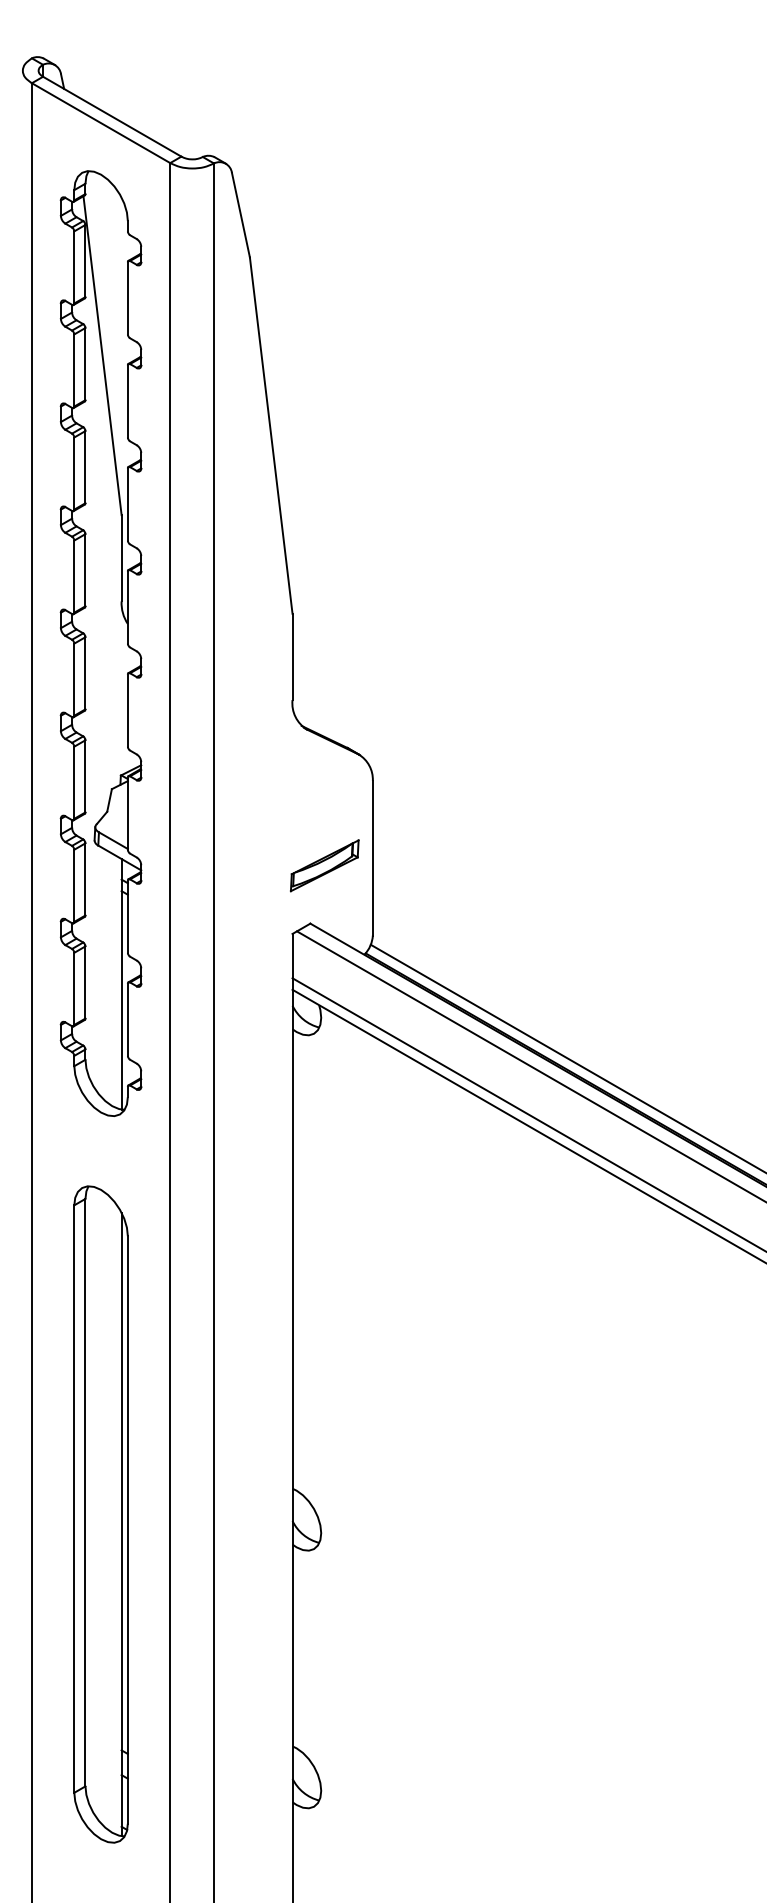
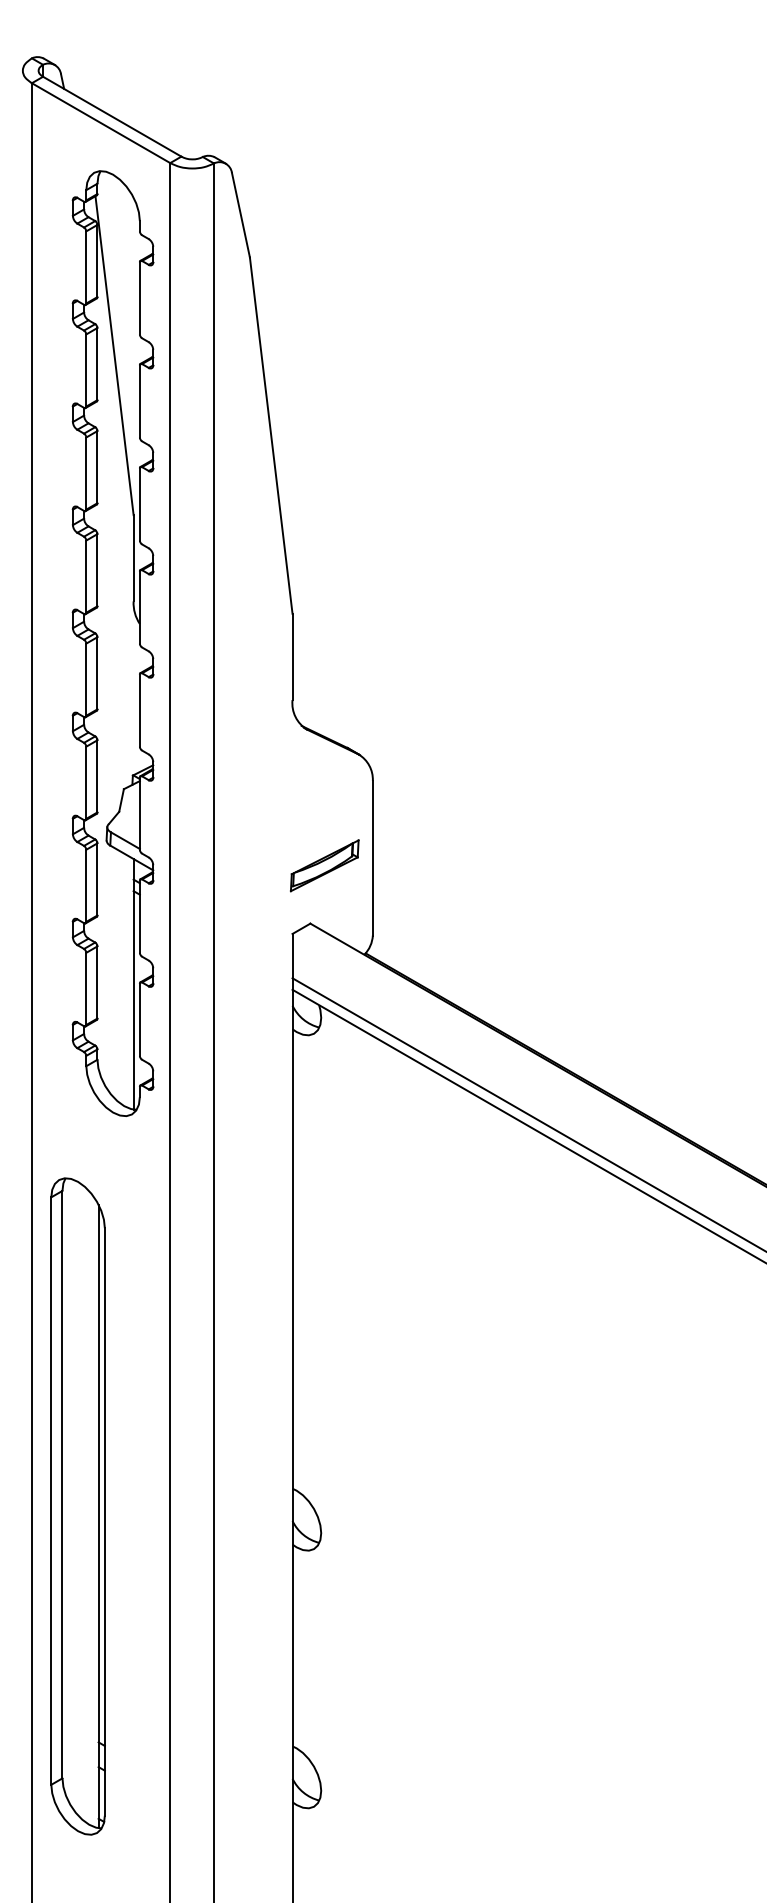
part at (100, 643) position: (100, 643) -> (112, 643)
line at (566, 1057): present -> none
line at (530, 1065): present -> none
part at (100, 1514) position: (100, 1514) -> (77, 1506)
